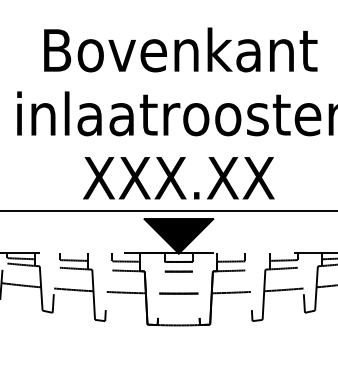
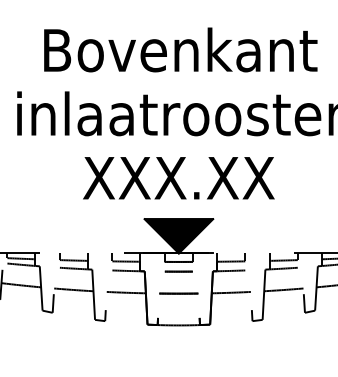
line at (168, 211): present -> none
